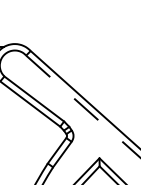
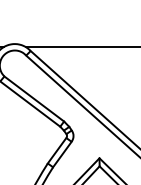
line at (81, 47): none -> present
line at (83, 106): dashed -> solid
